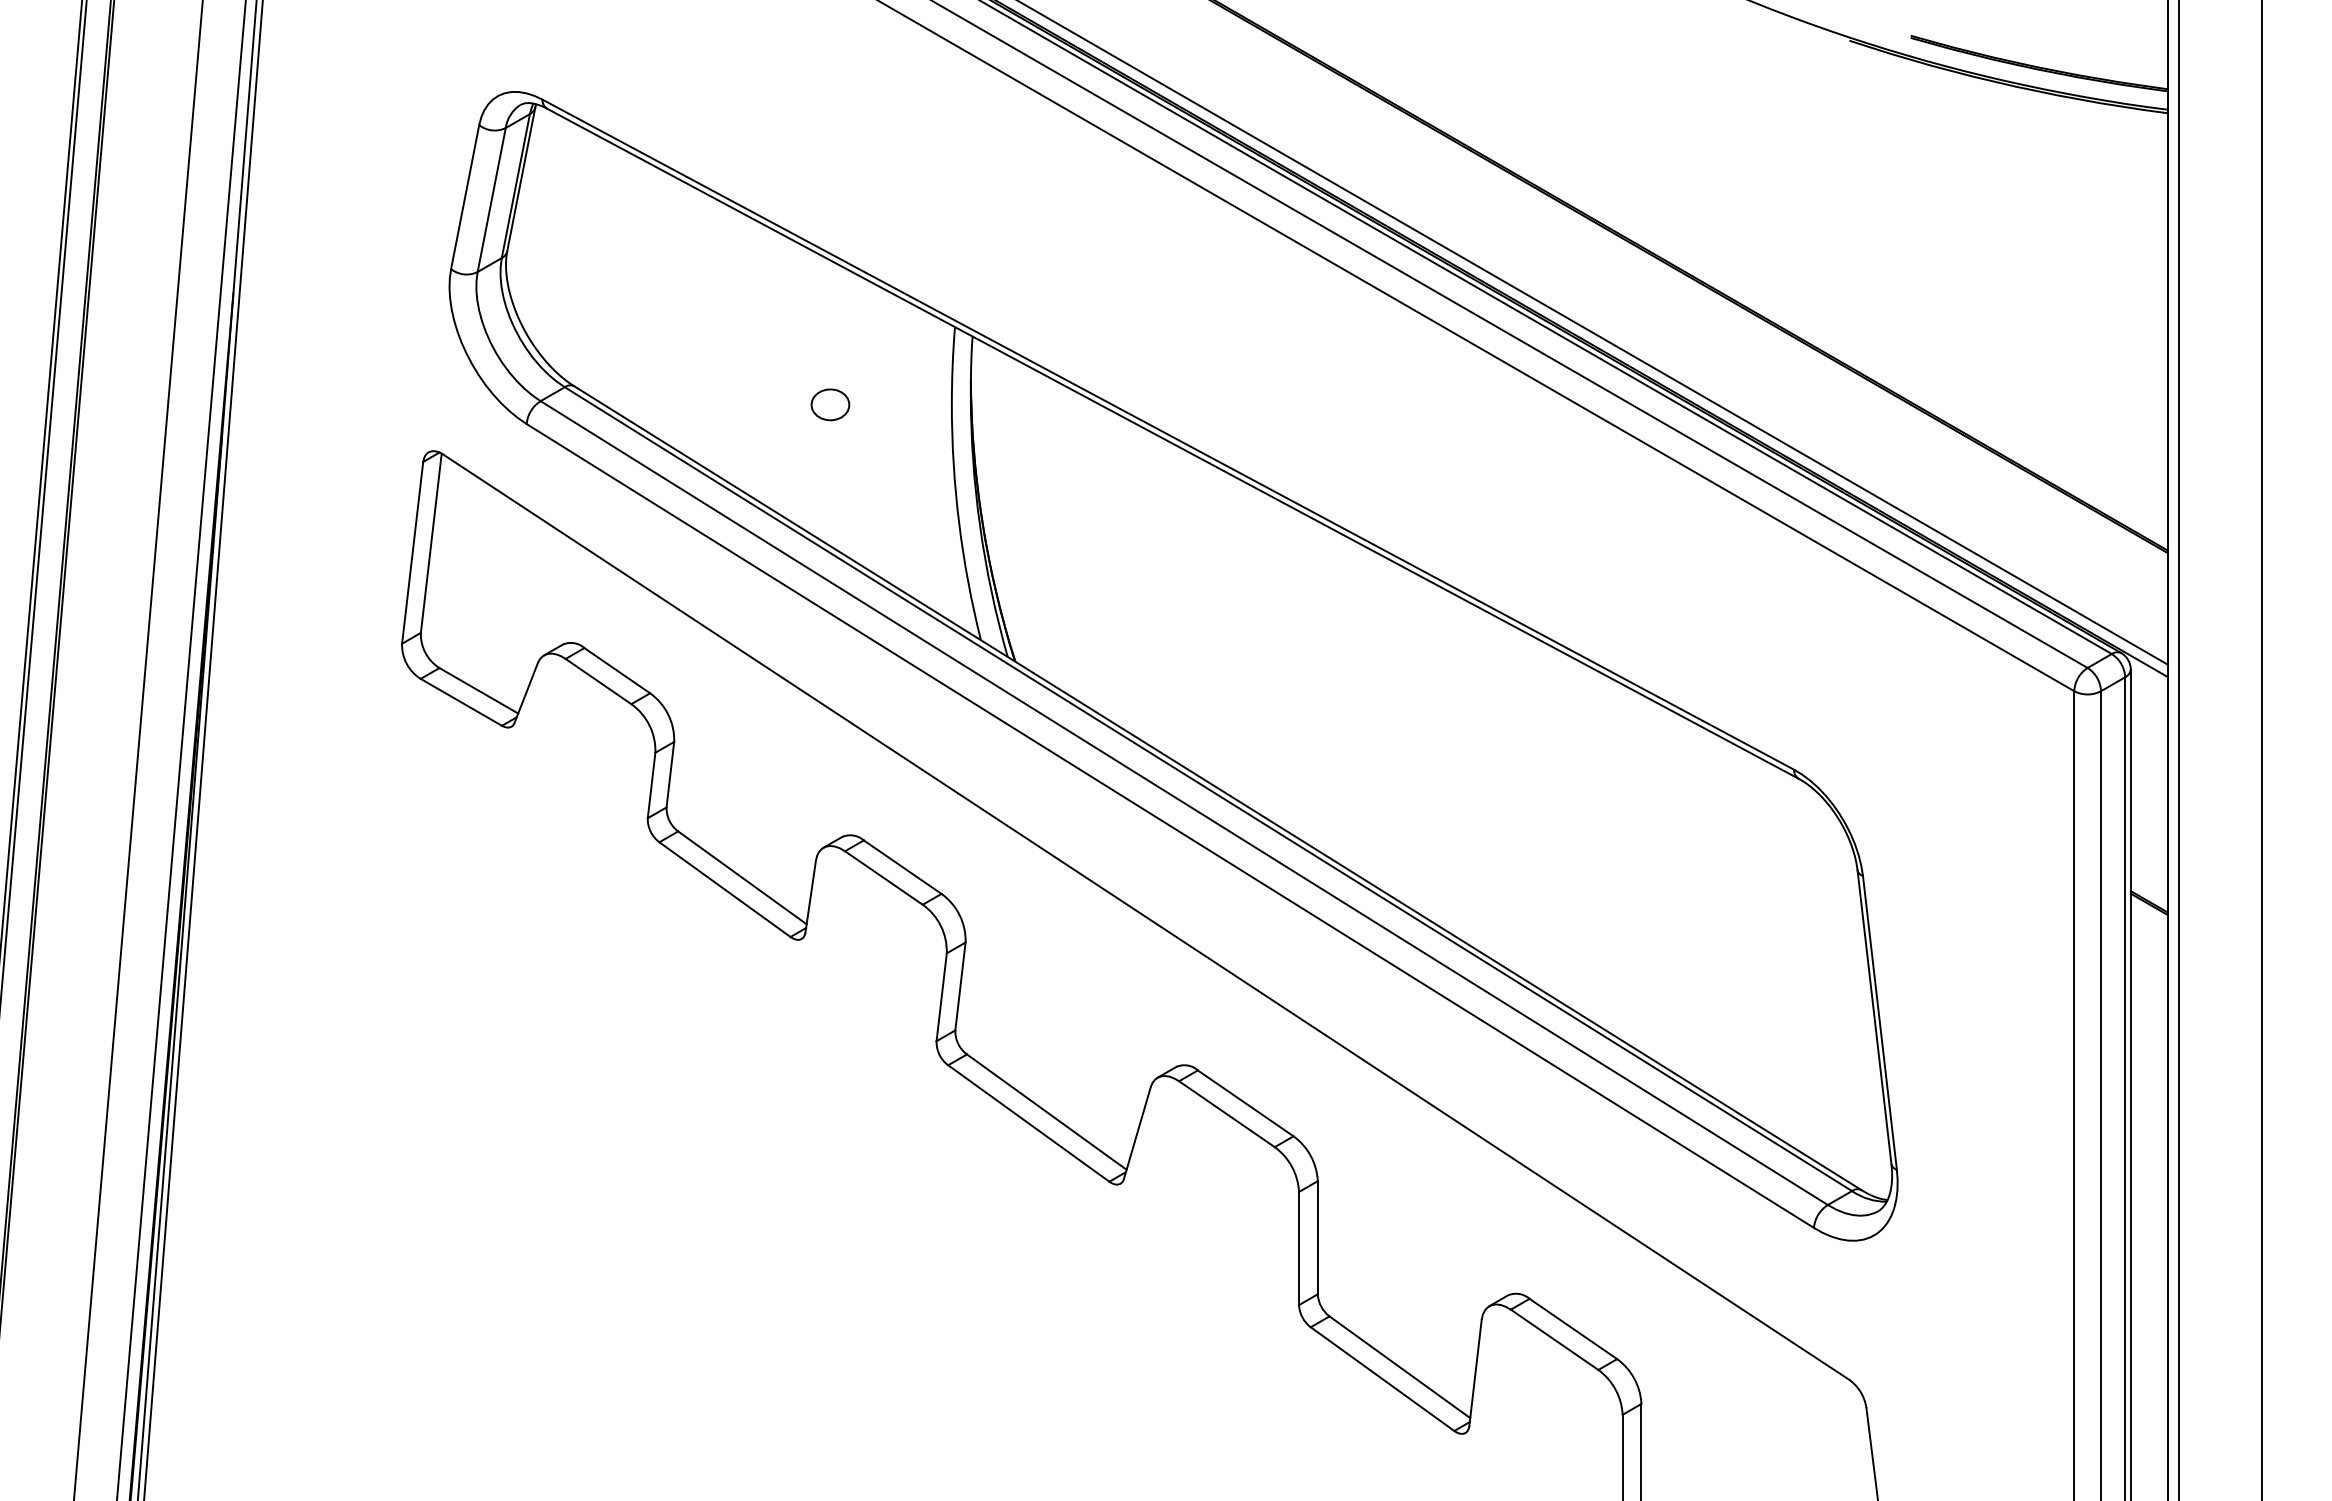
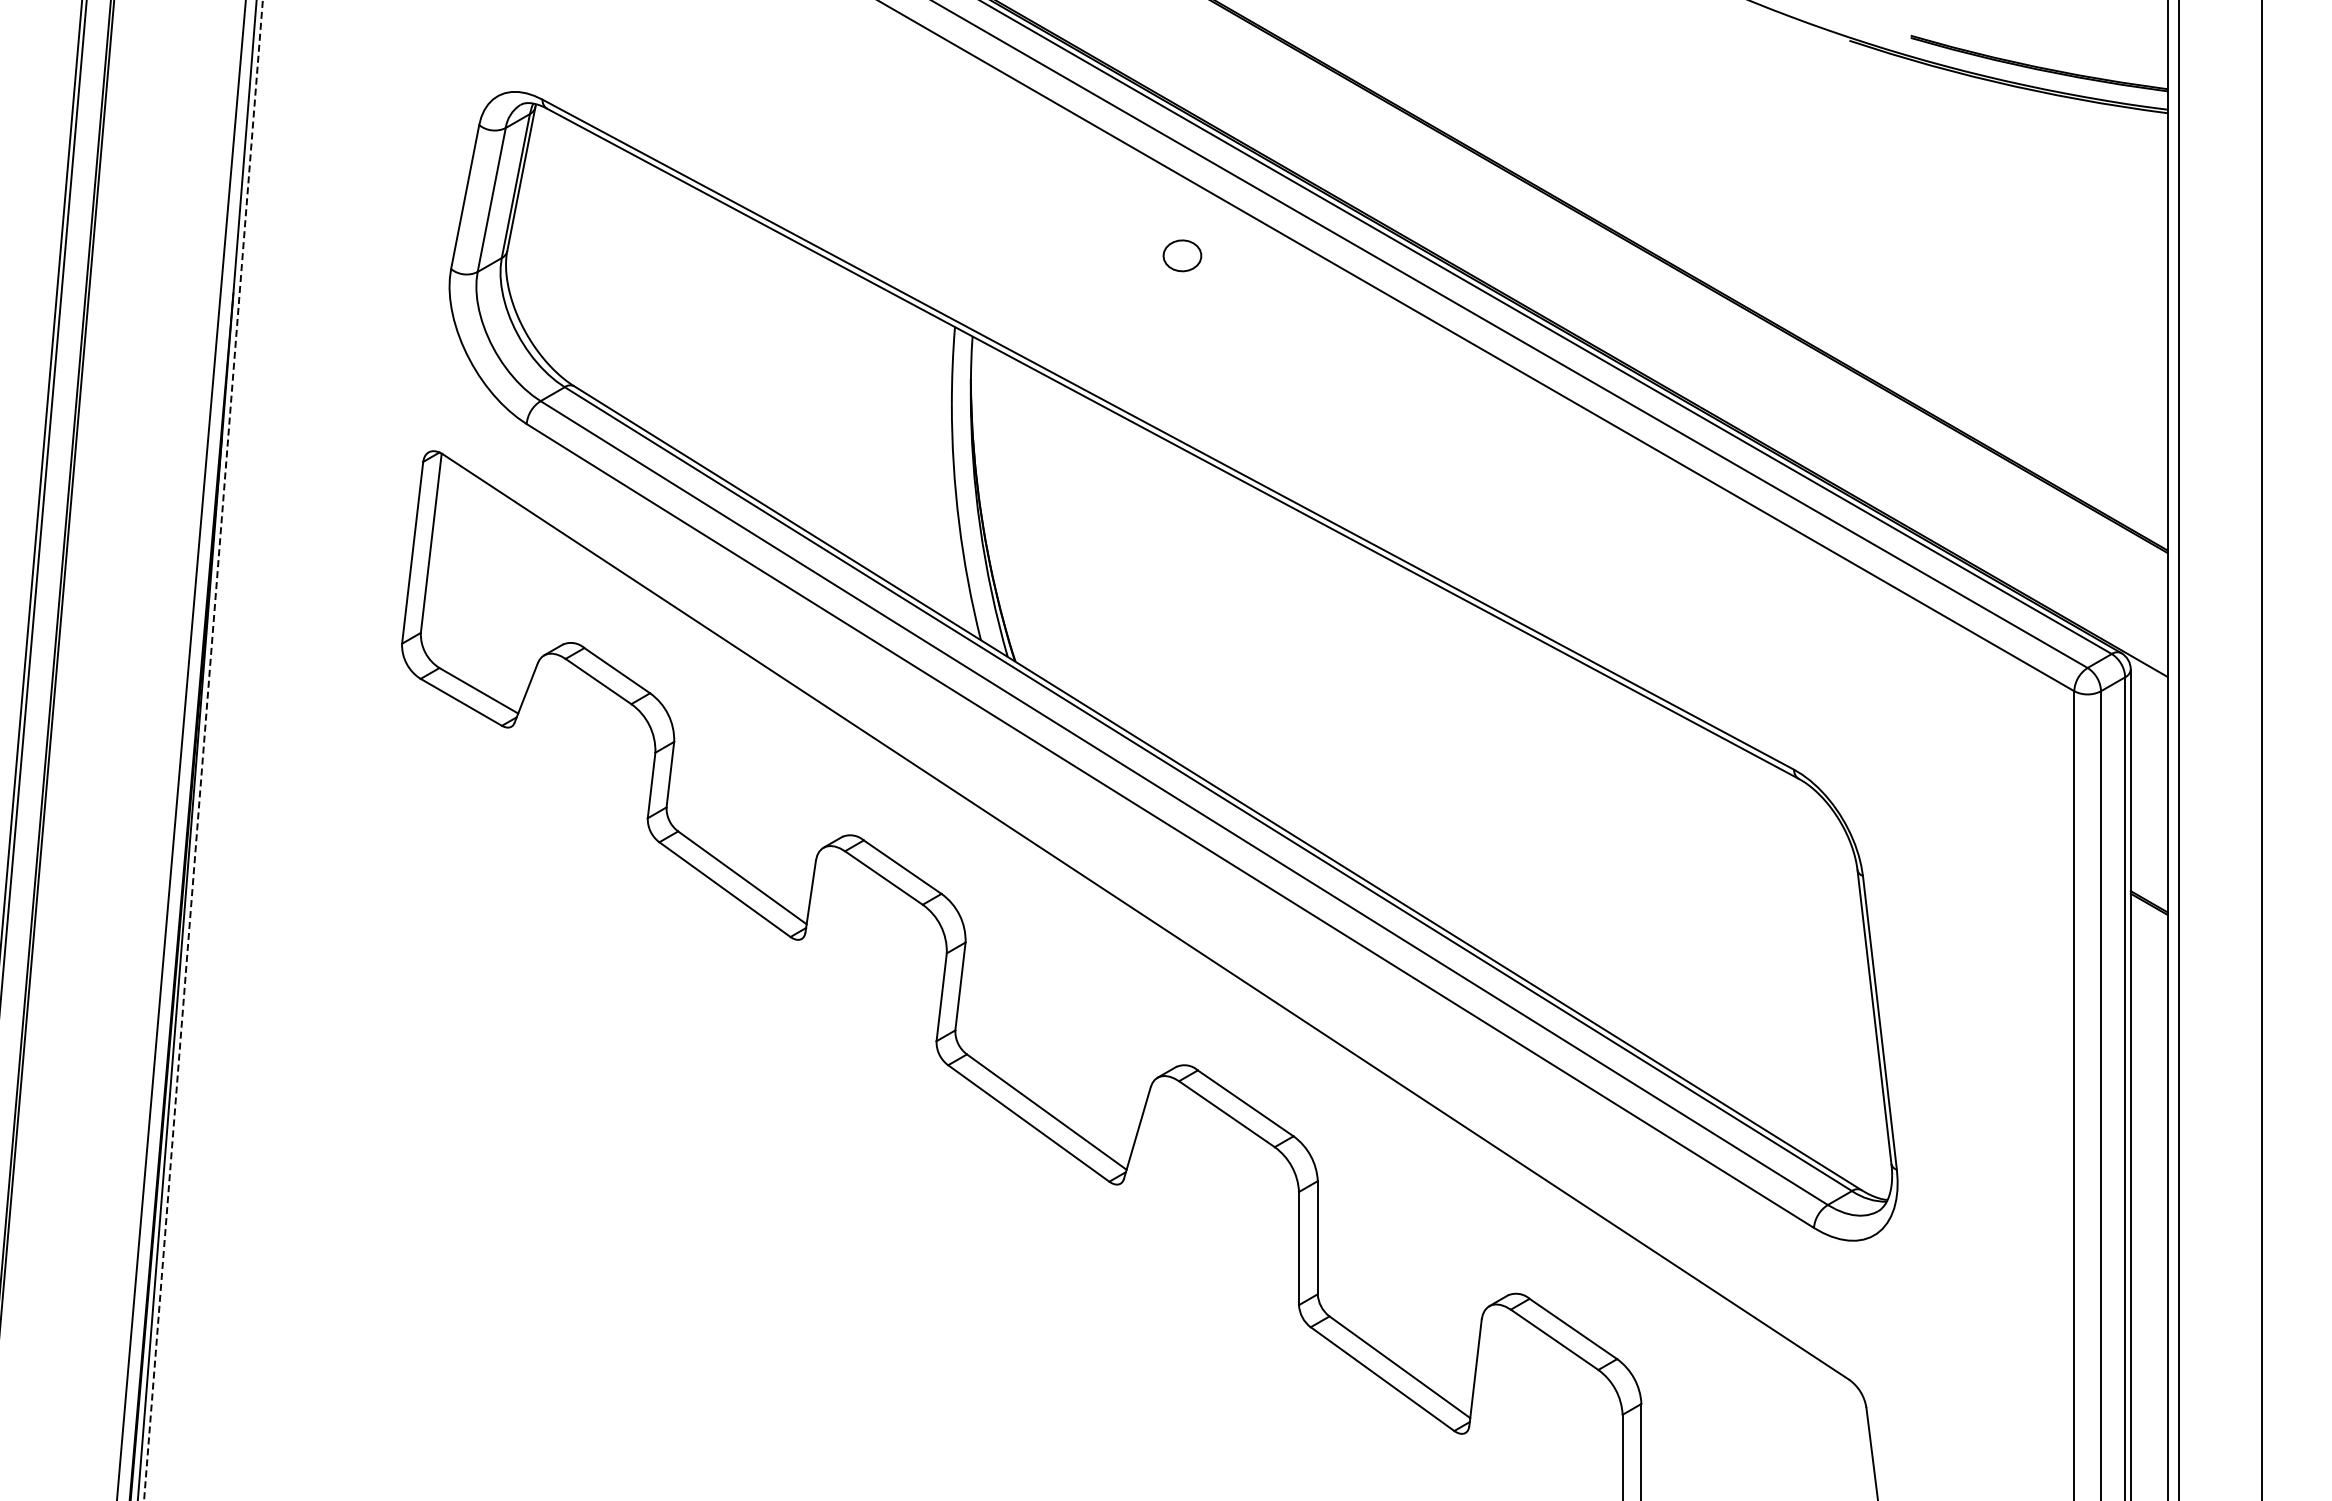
line at (1593, 333): present -> none
part at (830, 404) position: (830, 404) -> (1182, 255)
line at (138, 749): present -> none
line at (203, 751): solid -> dashed
